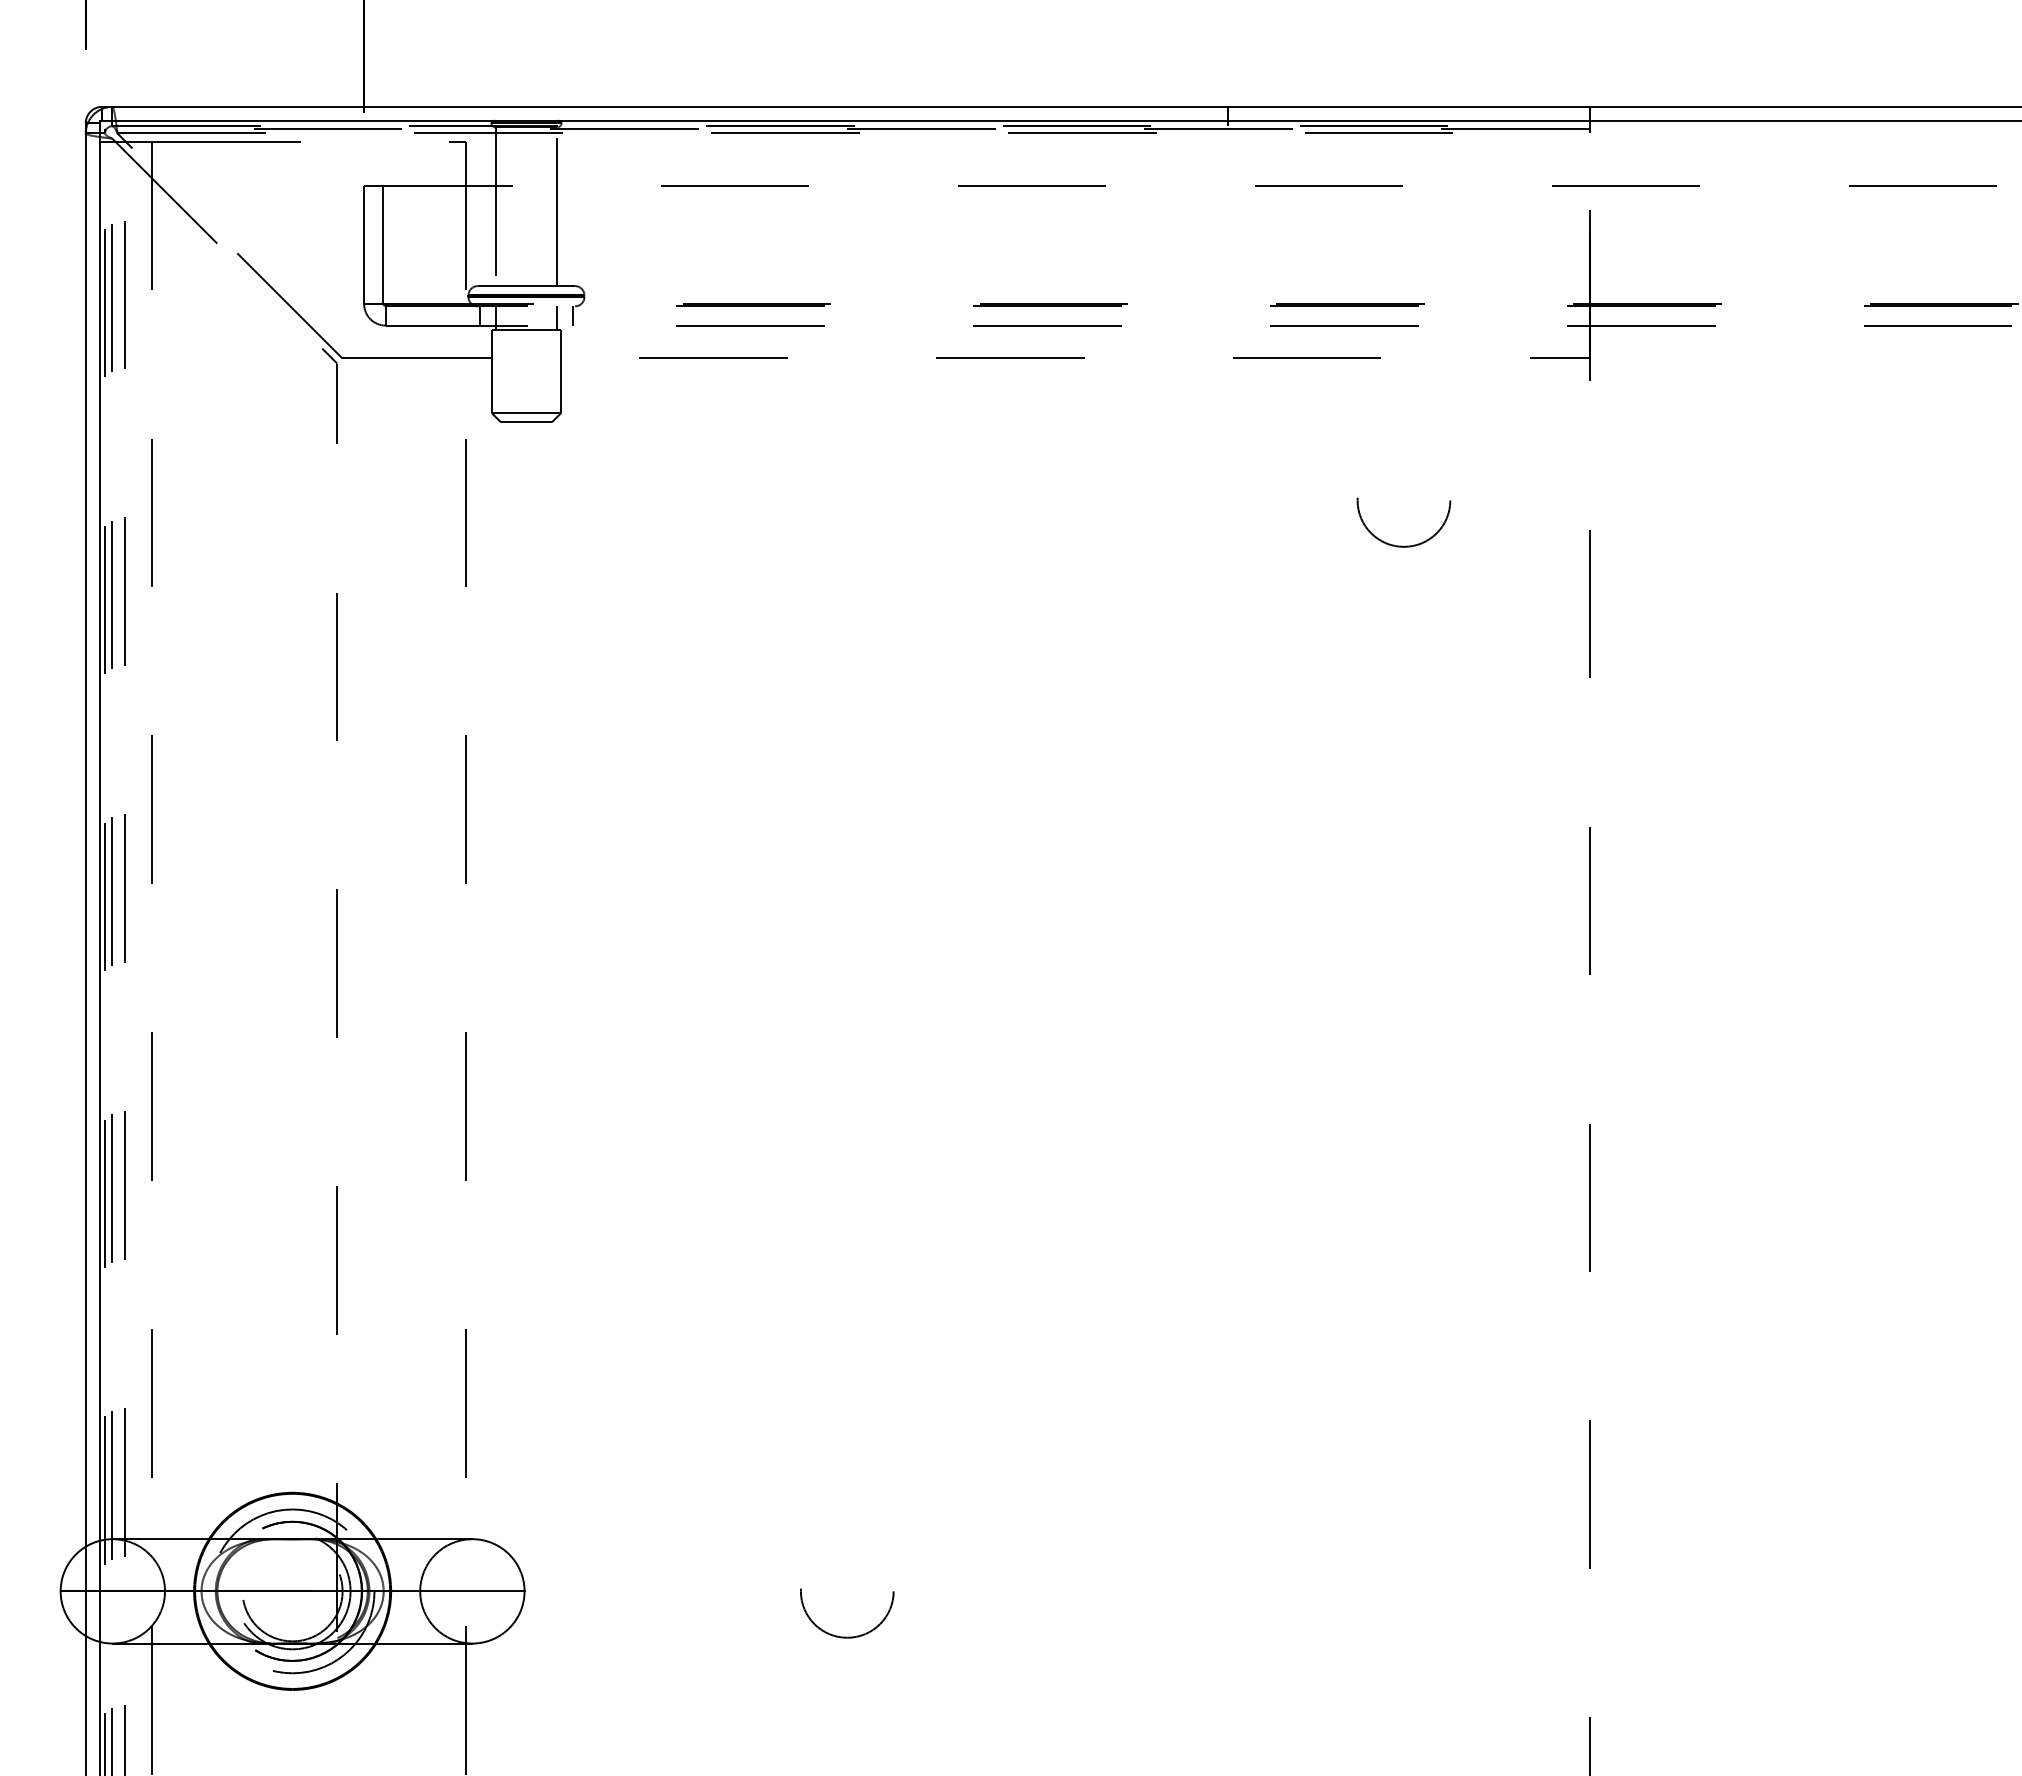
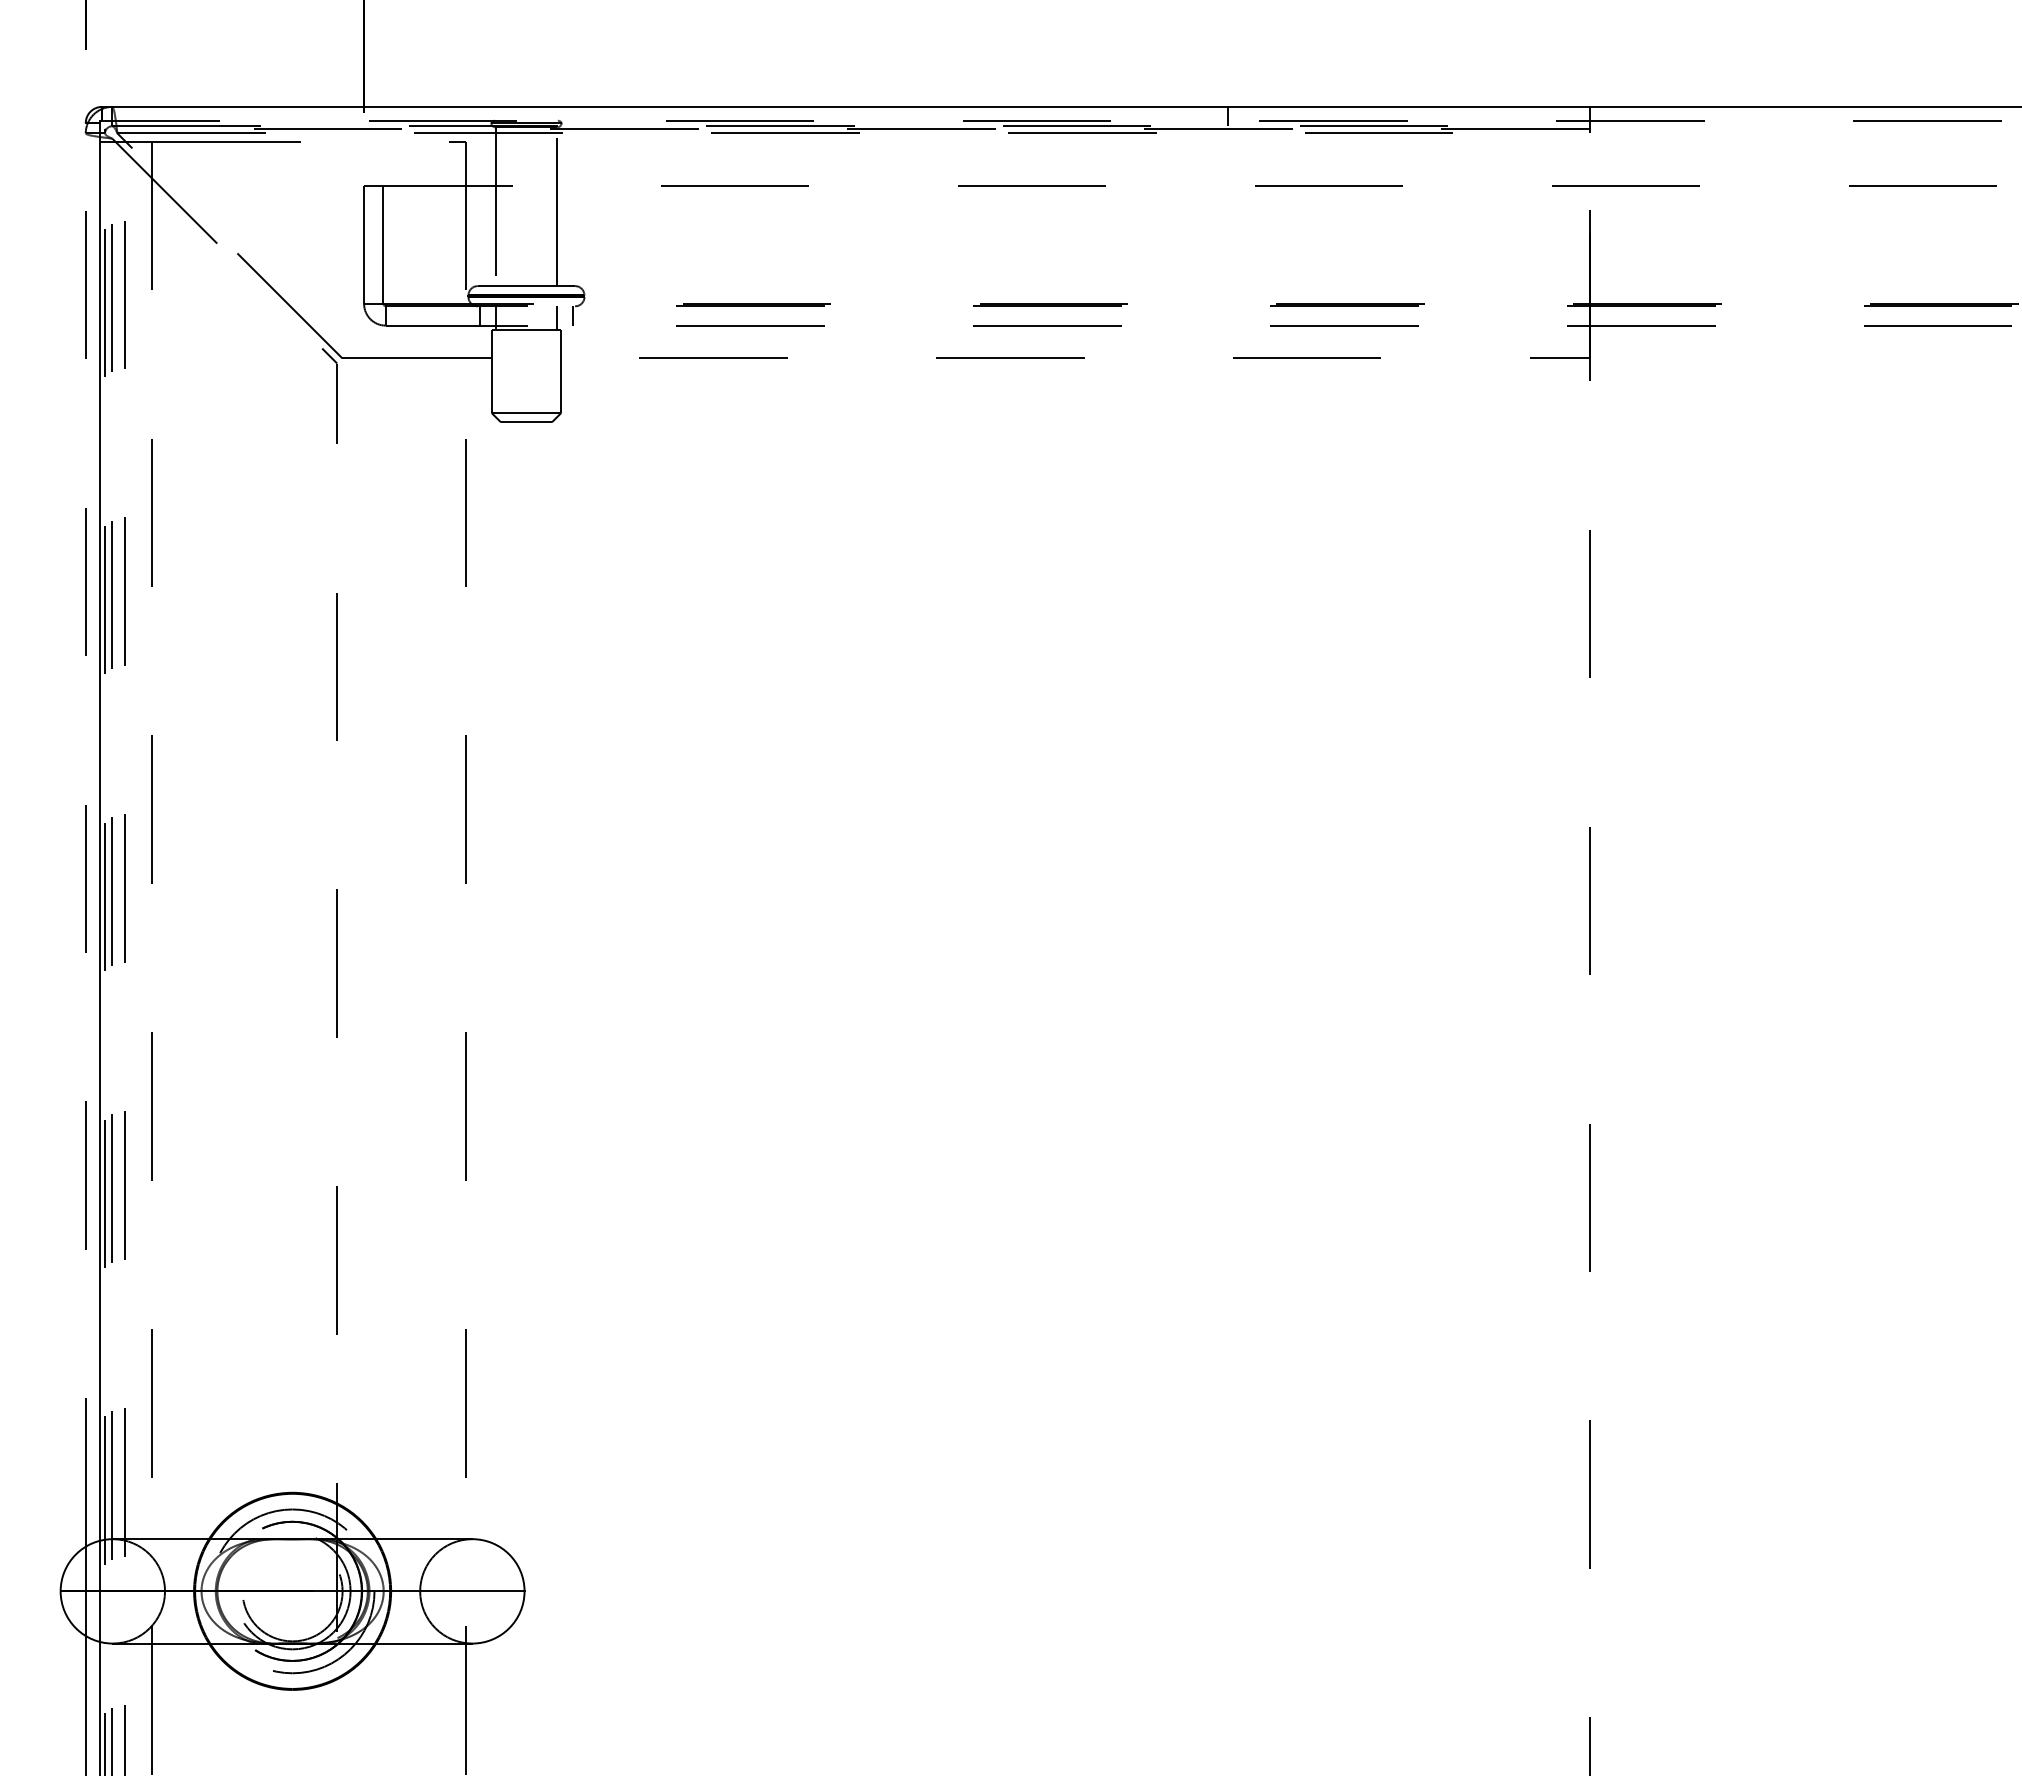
line at (1059, 120): solid -> dashed
circle at (1403, 522): present -> none
line at (85, 834): solid -> dashed
circle at (847, 1613): present -> none
